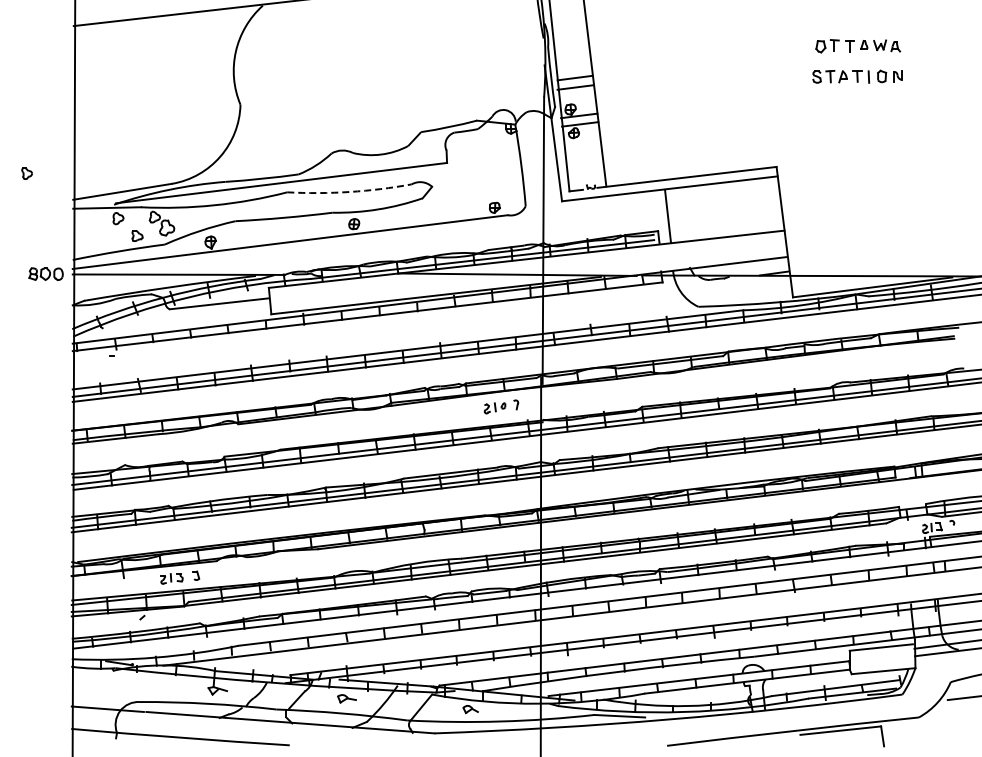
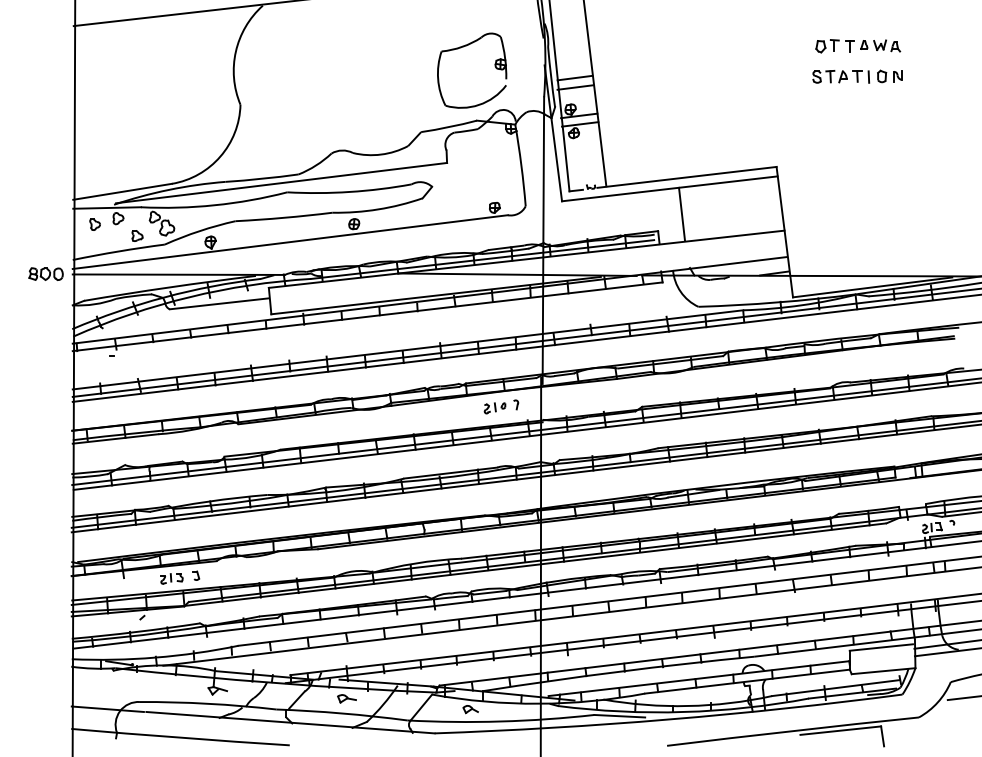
part at (494, 66): none -> present
part at (26, 173) position: (26, 173) -> (94, 224)
arc at (349, 191): dashed -> solid
line at (667, 215) position: (667, 215) -> (681, 213)
